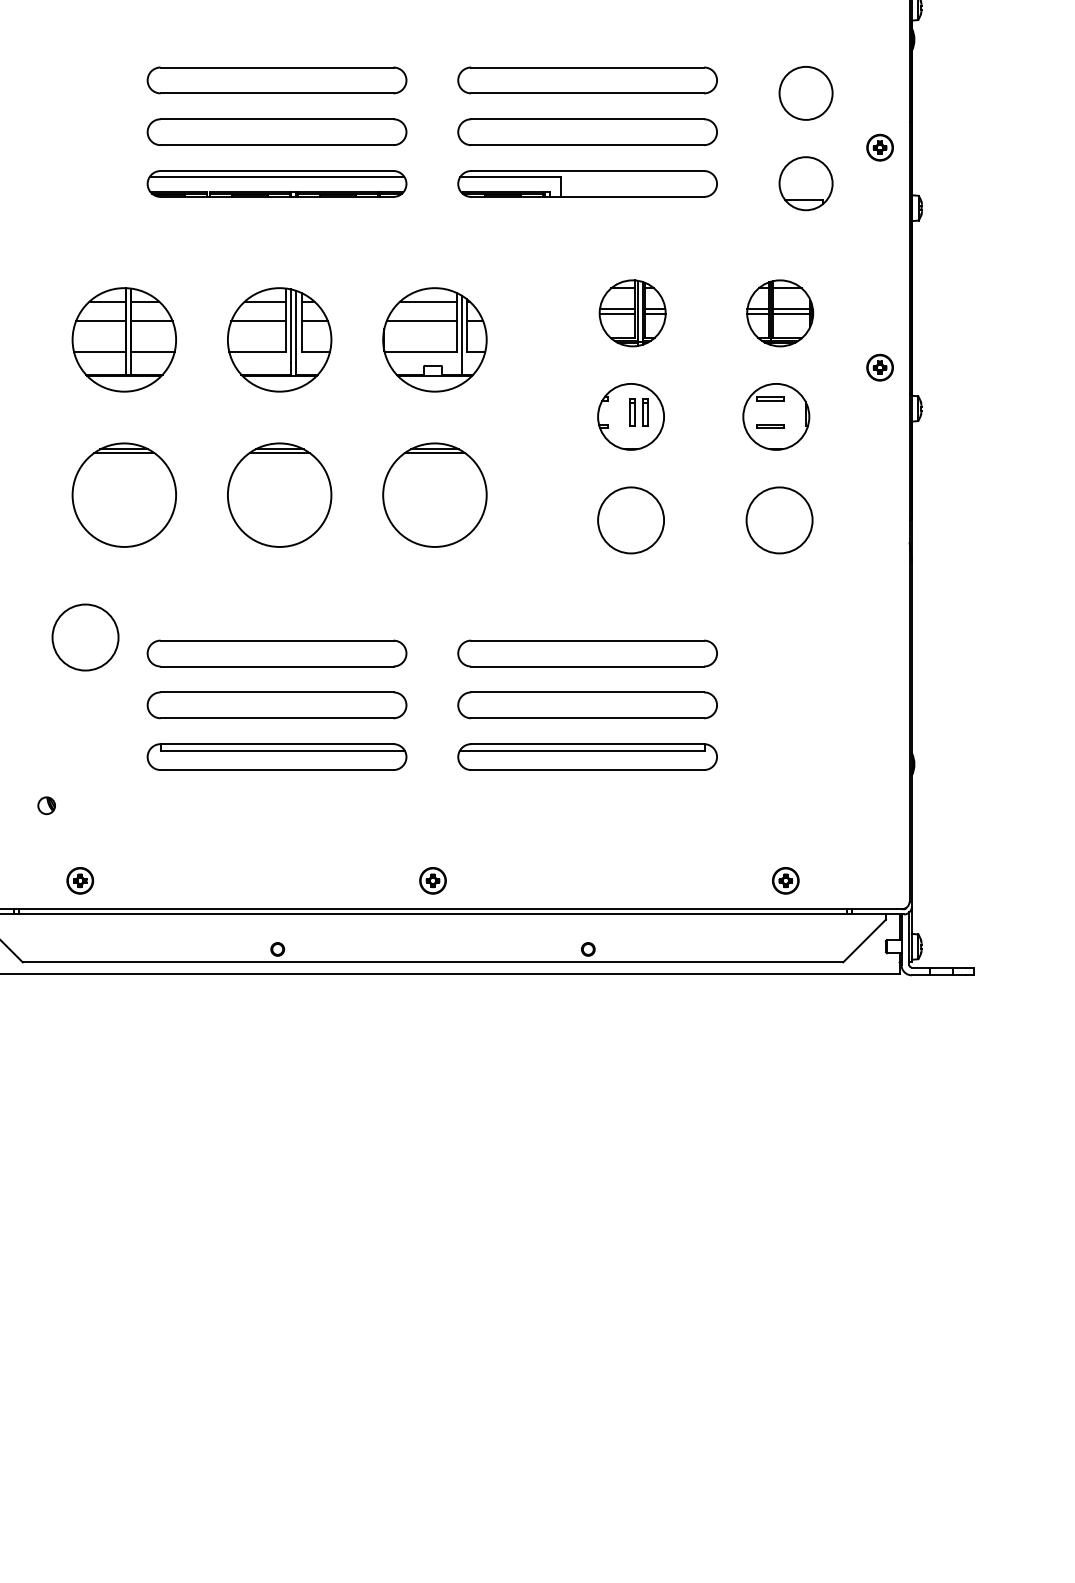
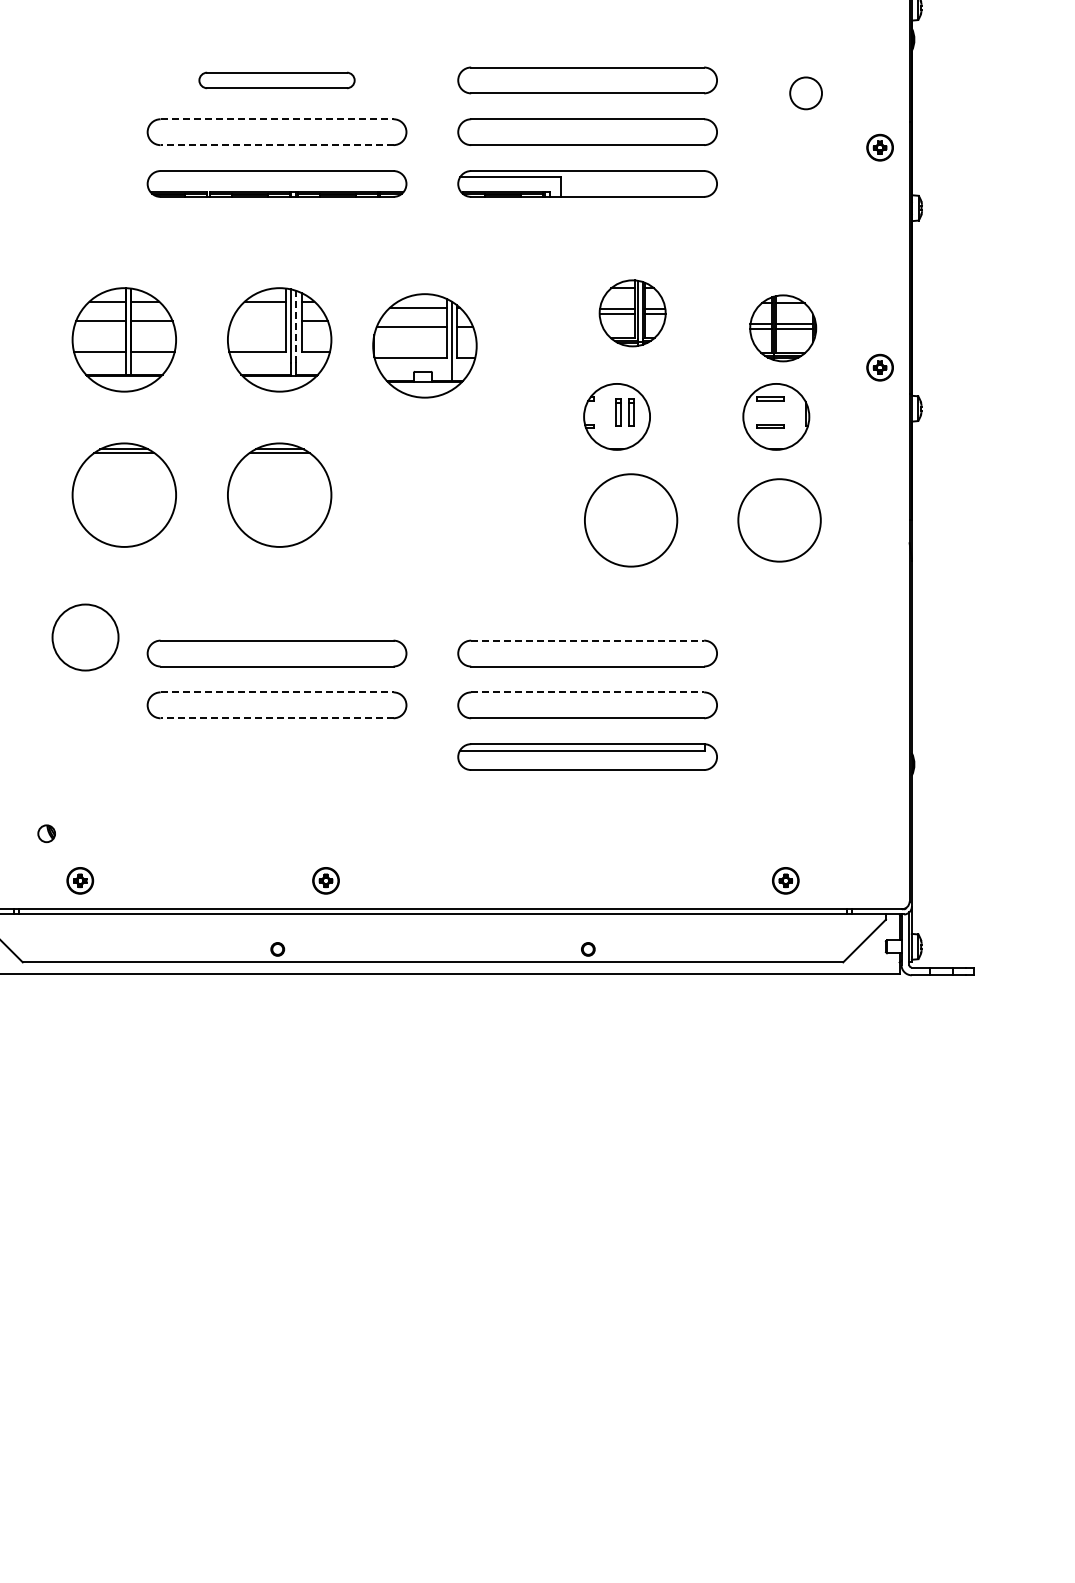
part at (276, 80) size: 262x29 px -> 158x19 px
circle at (805, 92) diameter: 53 px -> 32 px
line at (277, 119): solid -> dashed
line at (276, 145): solid -> dashed
line at (276, 176): present -> none
part at (805, 183): present -> none
part at (780, 313) position: (780, 313) -> (783, 328)
line at (258, 321): present -> none
line at (296, 326): solid -> dashed
part at (434, 339) position: (434, 339) -> (424, 345)
part at (630, 416) position: (630, 416) -> (616, 416)
part at (434, 494): present -> none
circle at (631, 520) diameter: 66 px -> 92 px
circle at (779, 520) diameter: 66 px -> 82 px
line at (588, 640): solid -> dashed
line at (277, 692): solid -> dashed
line at (588, 692): solid -> dashed
line at (276, 718): solid -> dashed
part at (276, 756): present -> none
part at (46, 805) position: (46, 805) -> (46, 833)
part at (432, 880) position: (432, 880) -> (325, 880)
